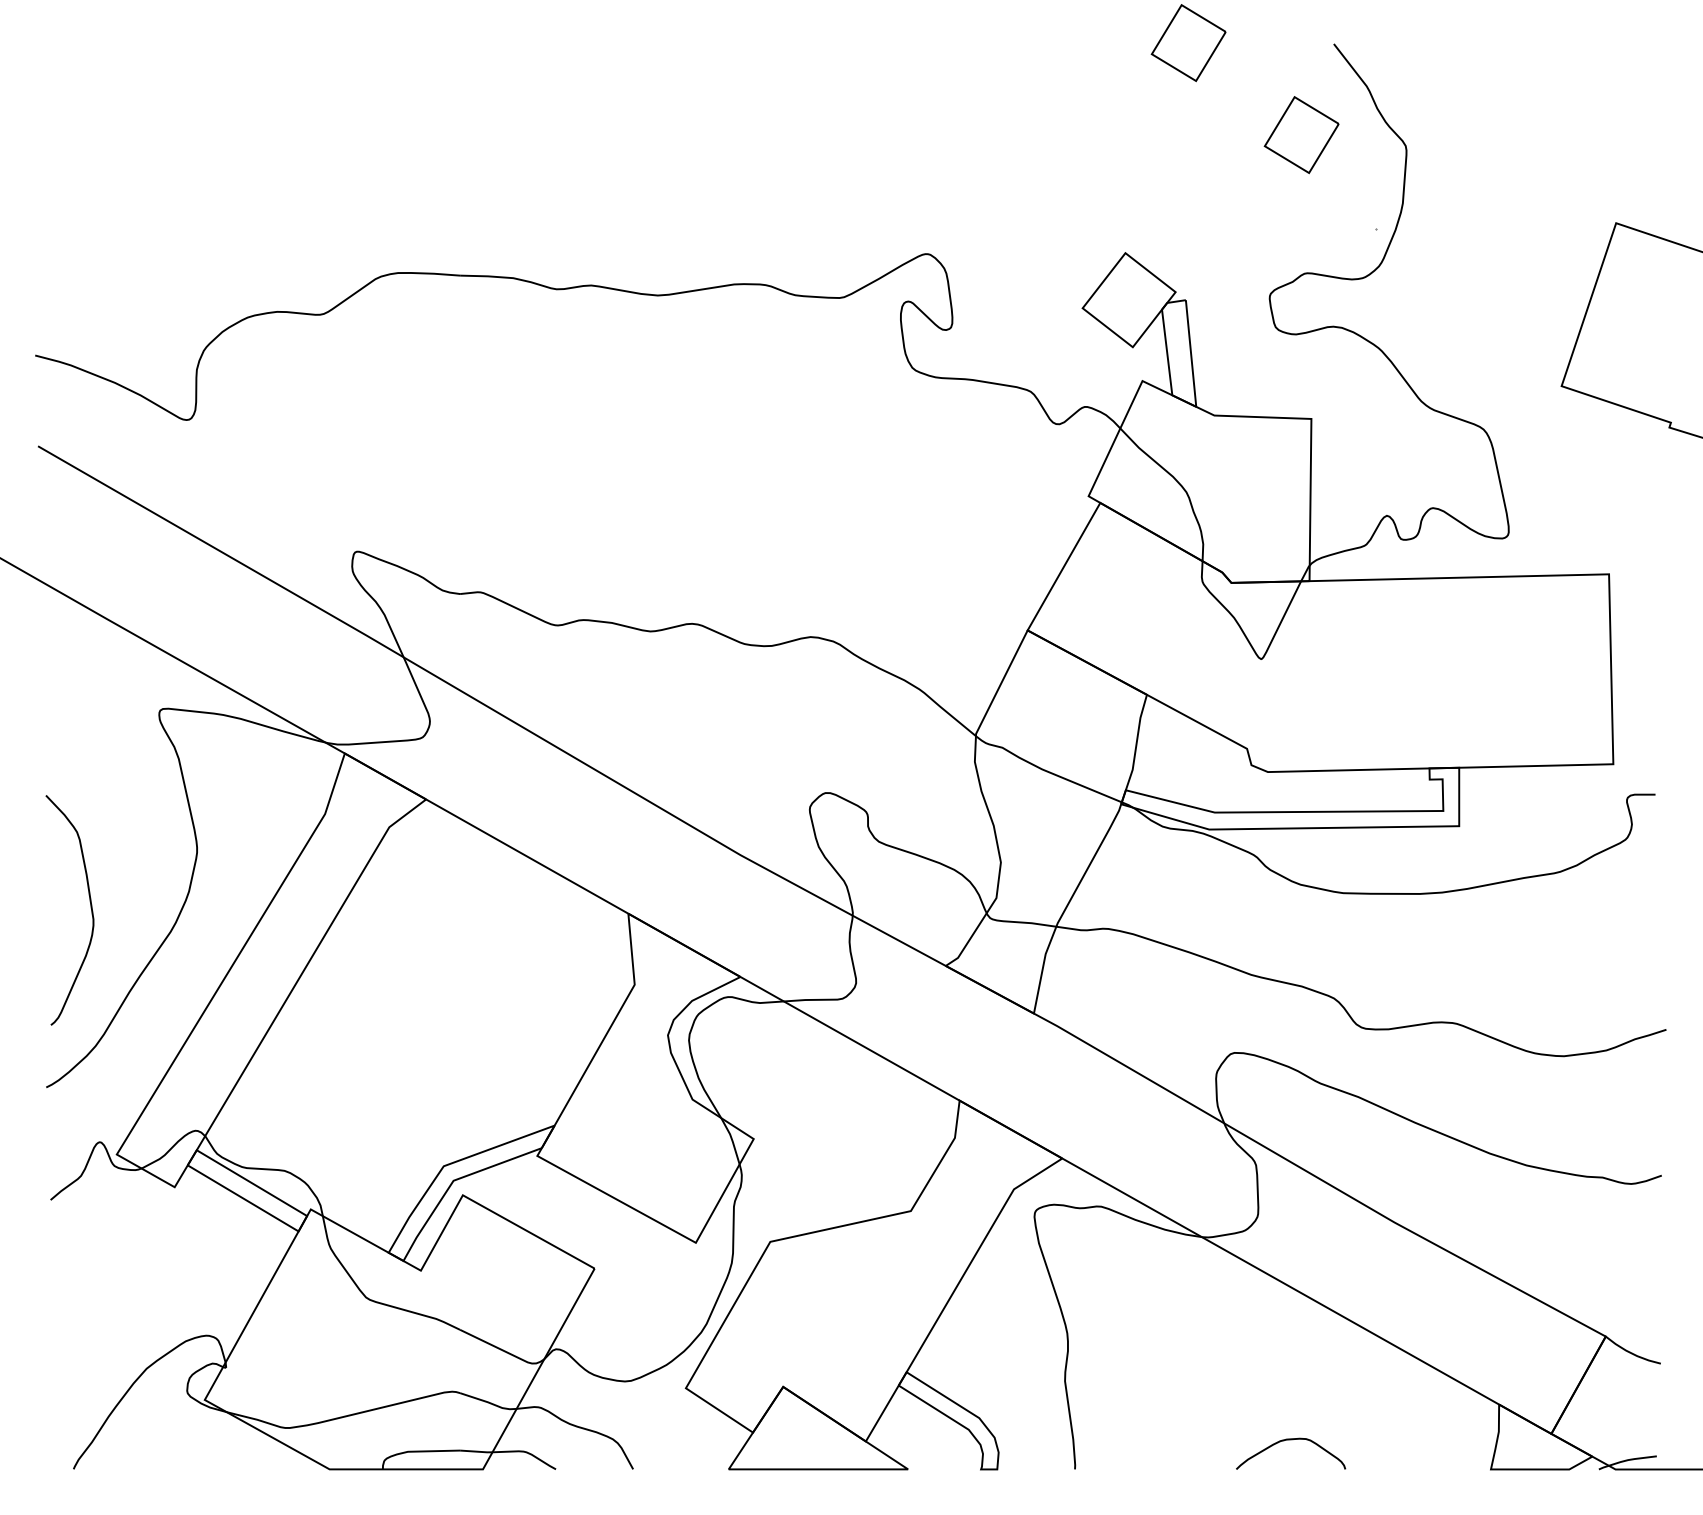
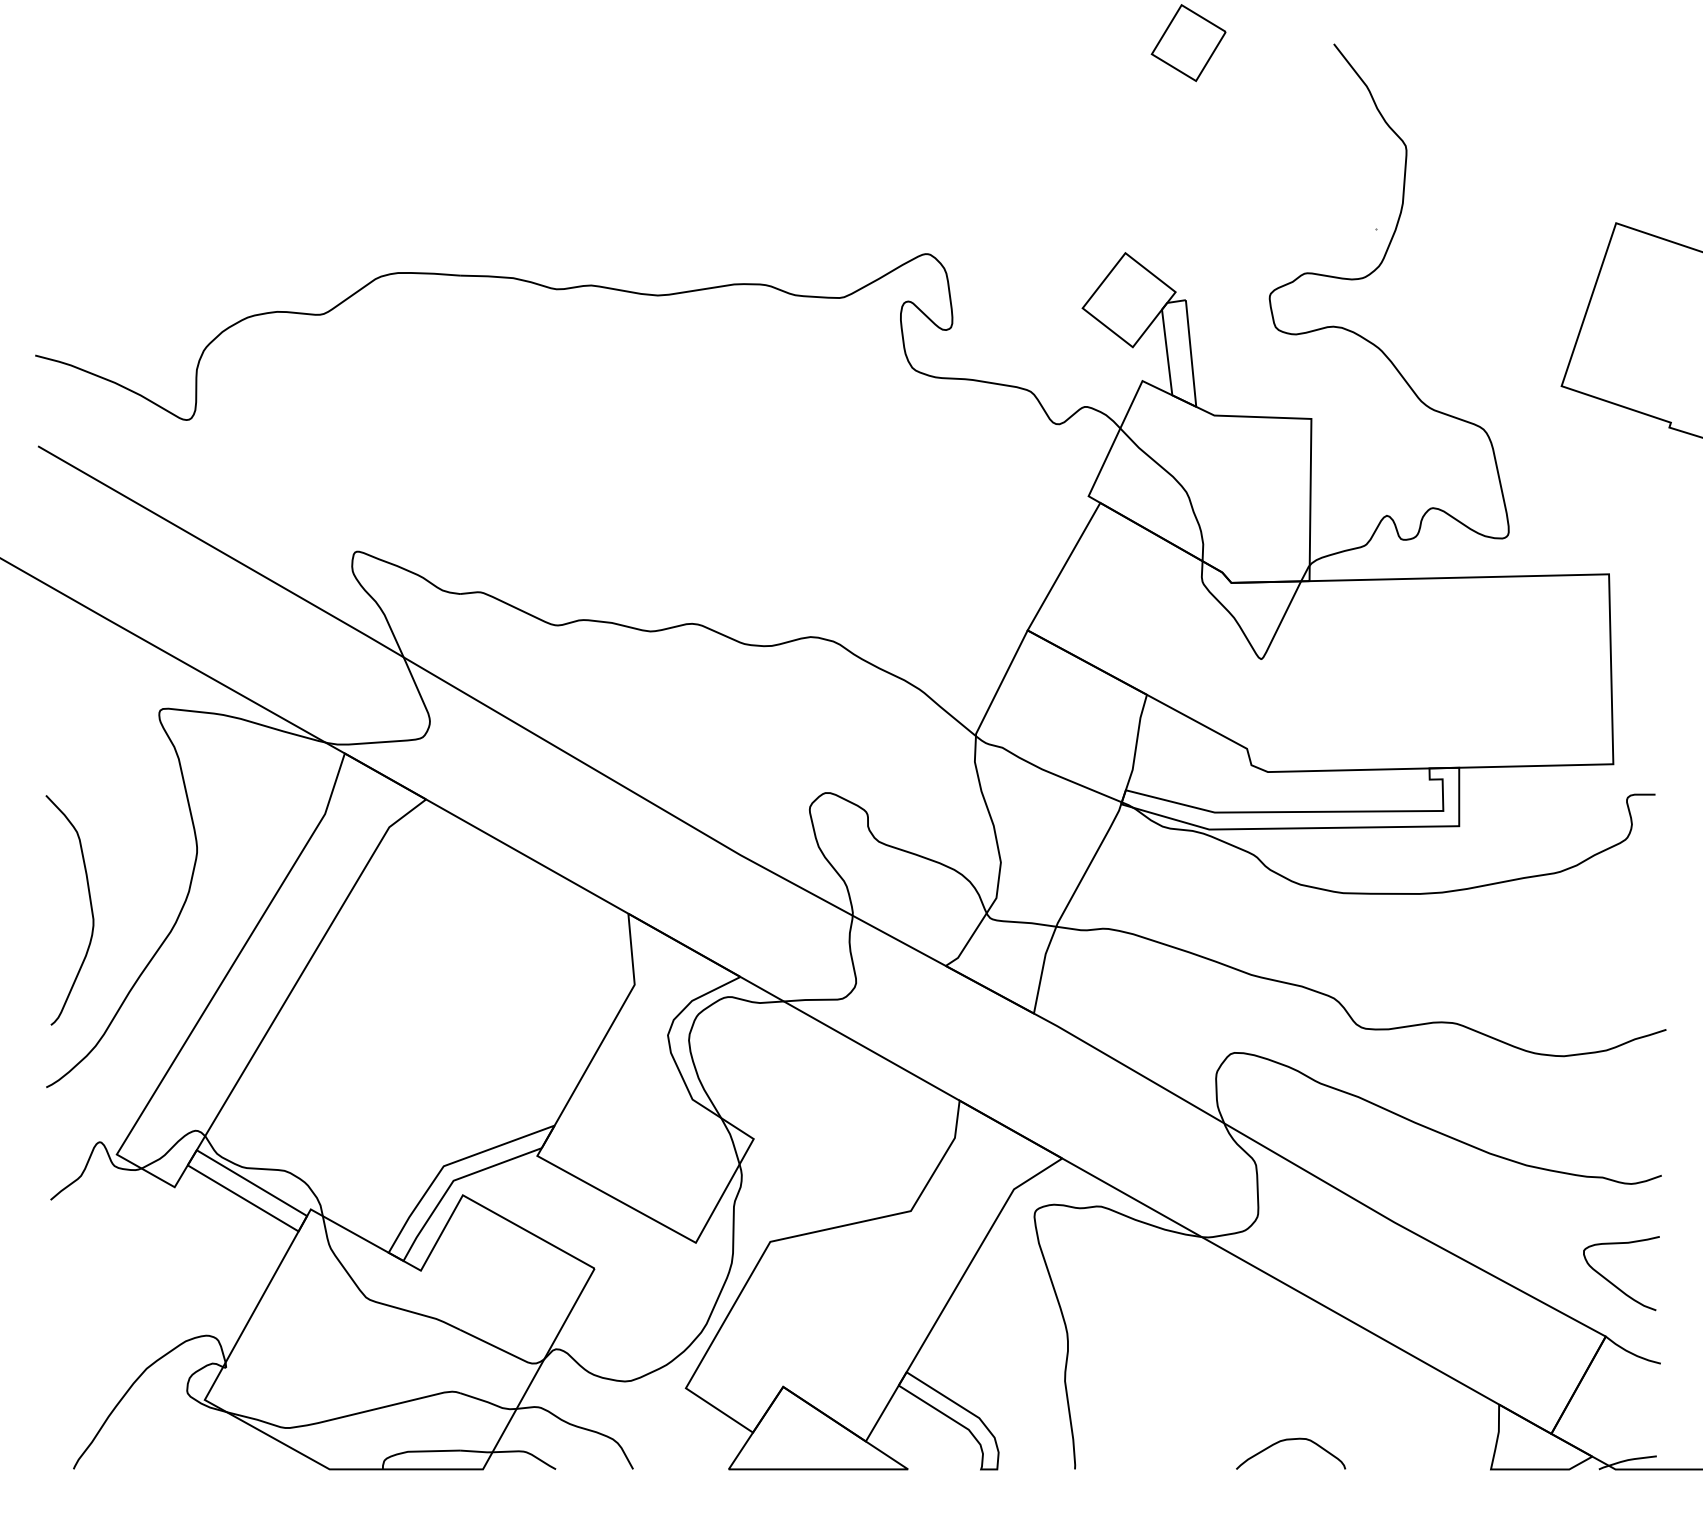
part at (1301, 135): present -> none
curve at (1612, 1282): none -> present
